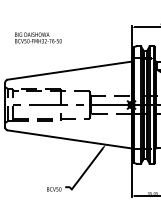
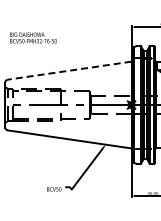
text at (38, 37) position: (38, 37) -> (33, 37)
line at (69, 70): solid -> dashed
